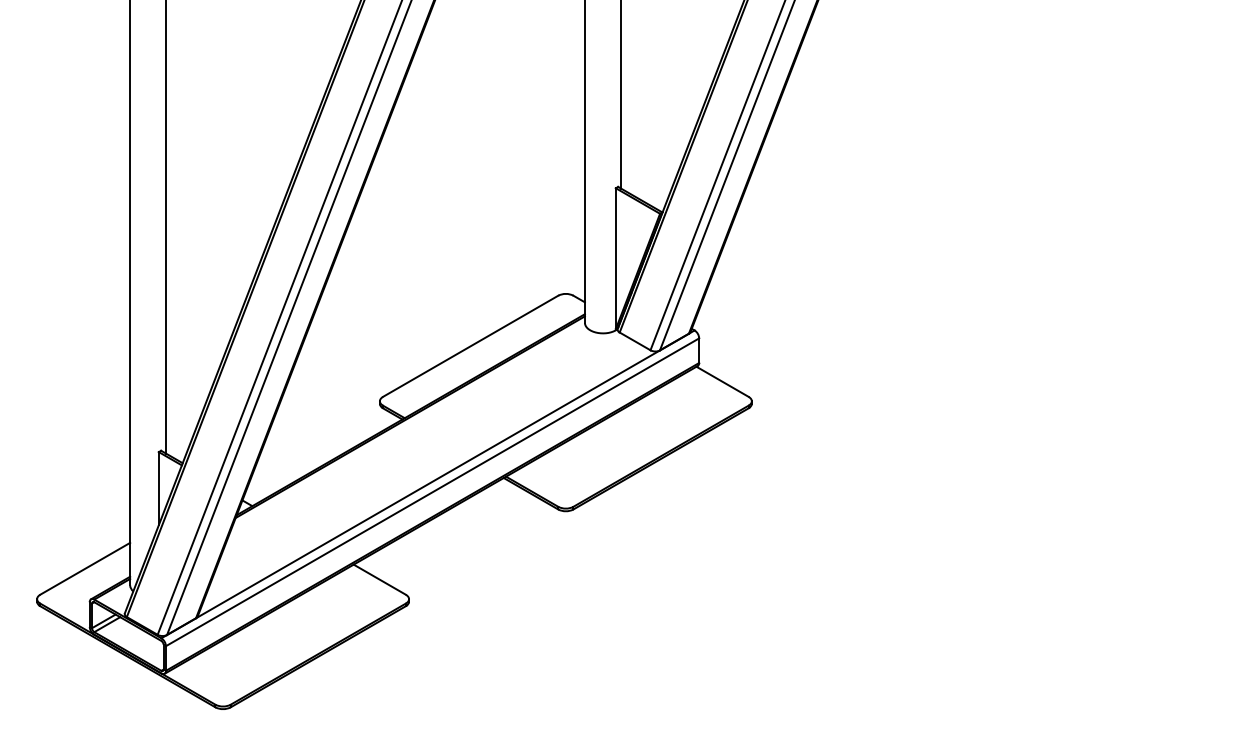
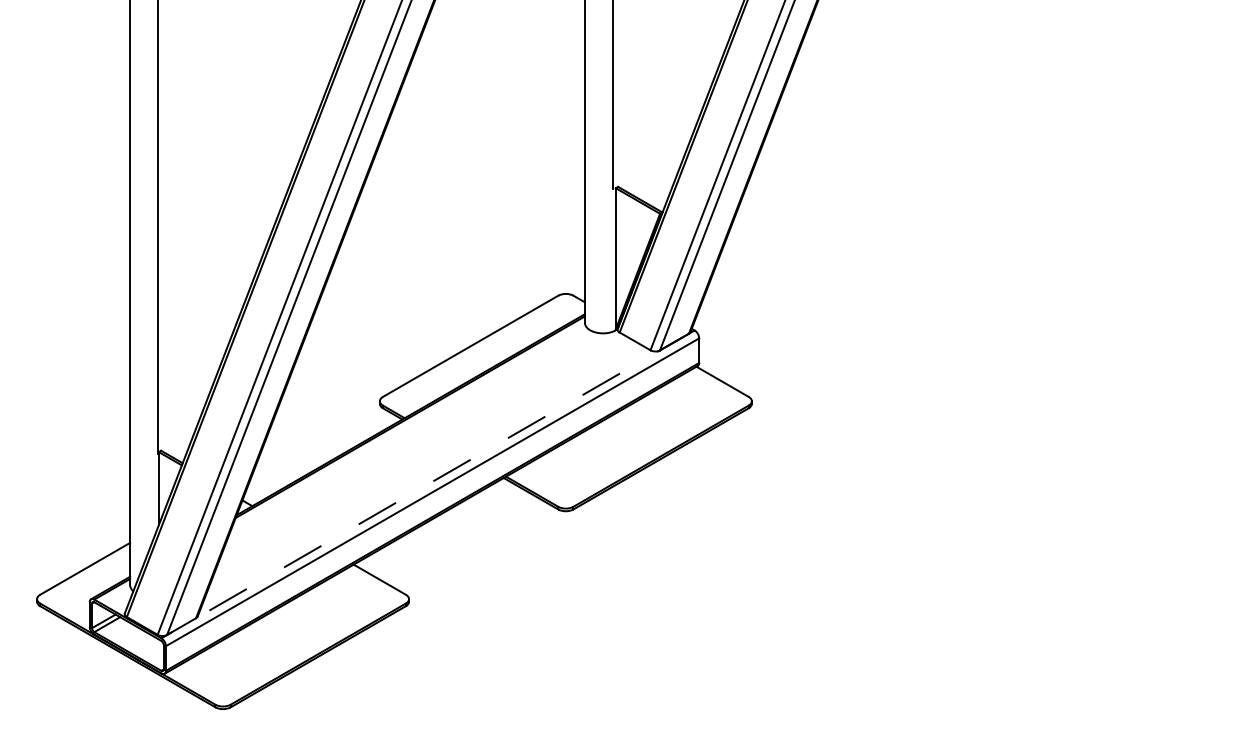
line at (621, 95) position: (621, 95) -> (613, 95)
line at (166, 227) position: (166, 227) -> (158, 227)
line at (427, 484): solid -> dashed
